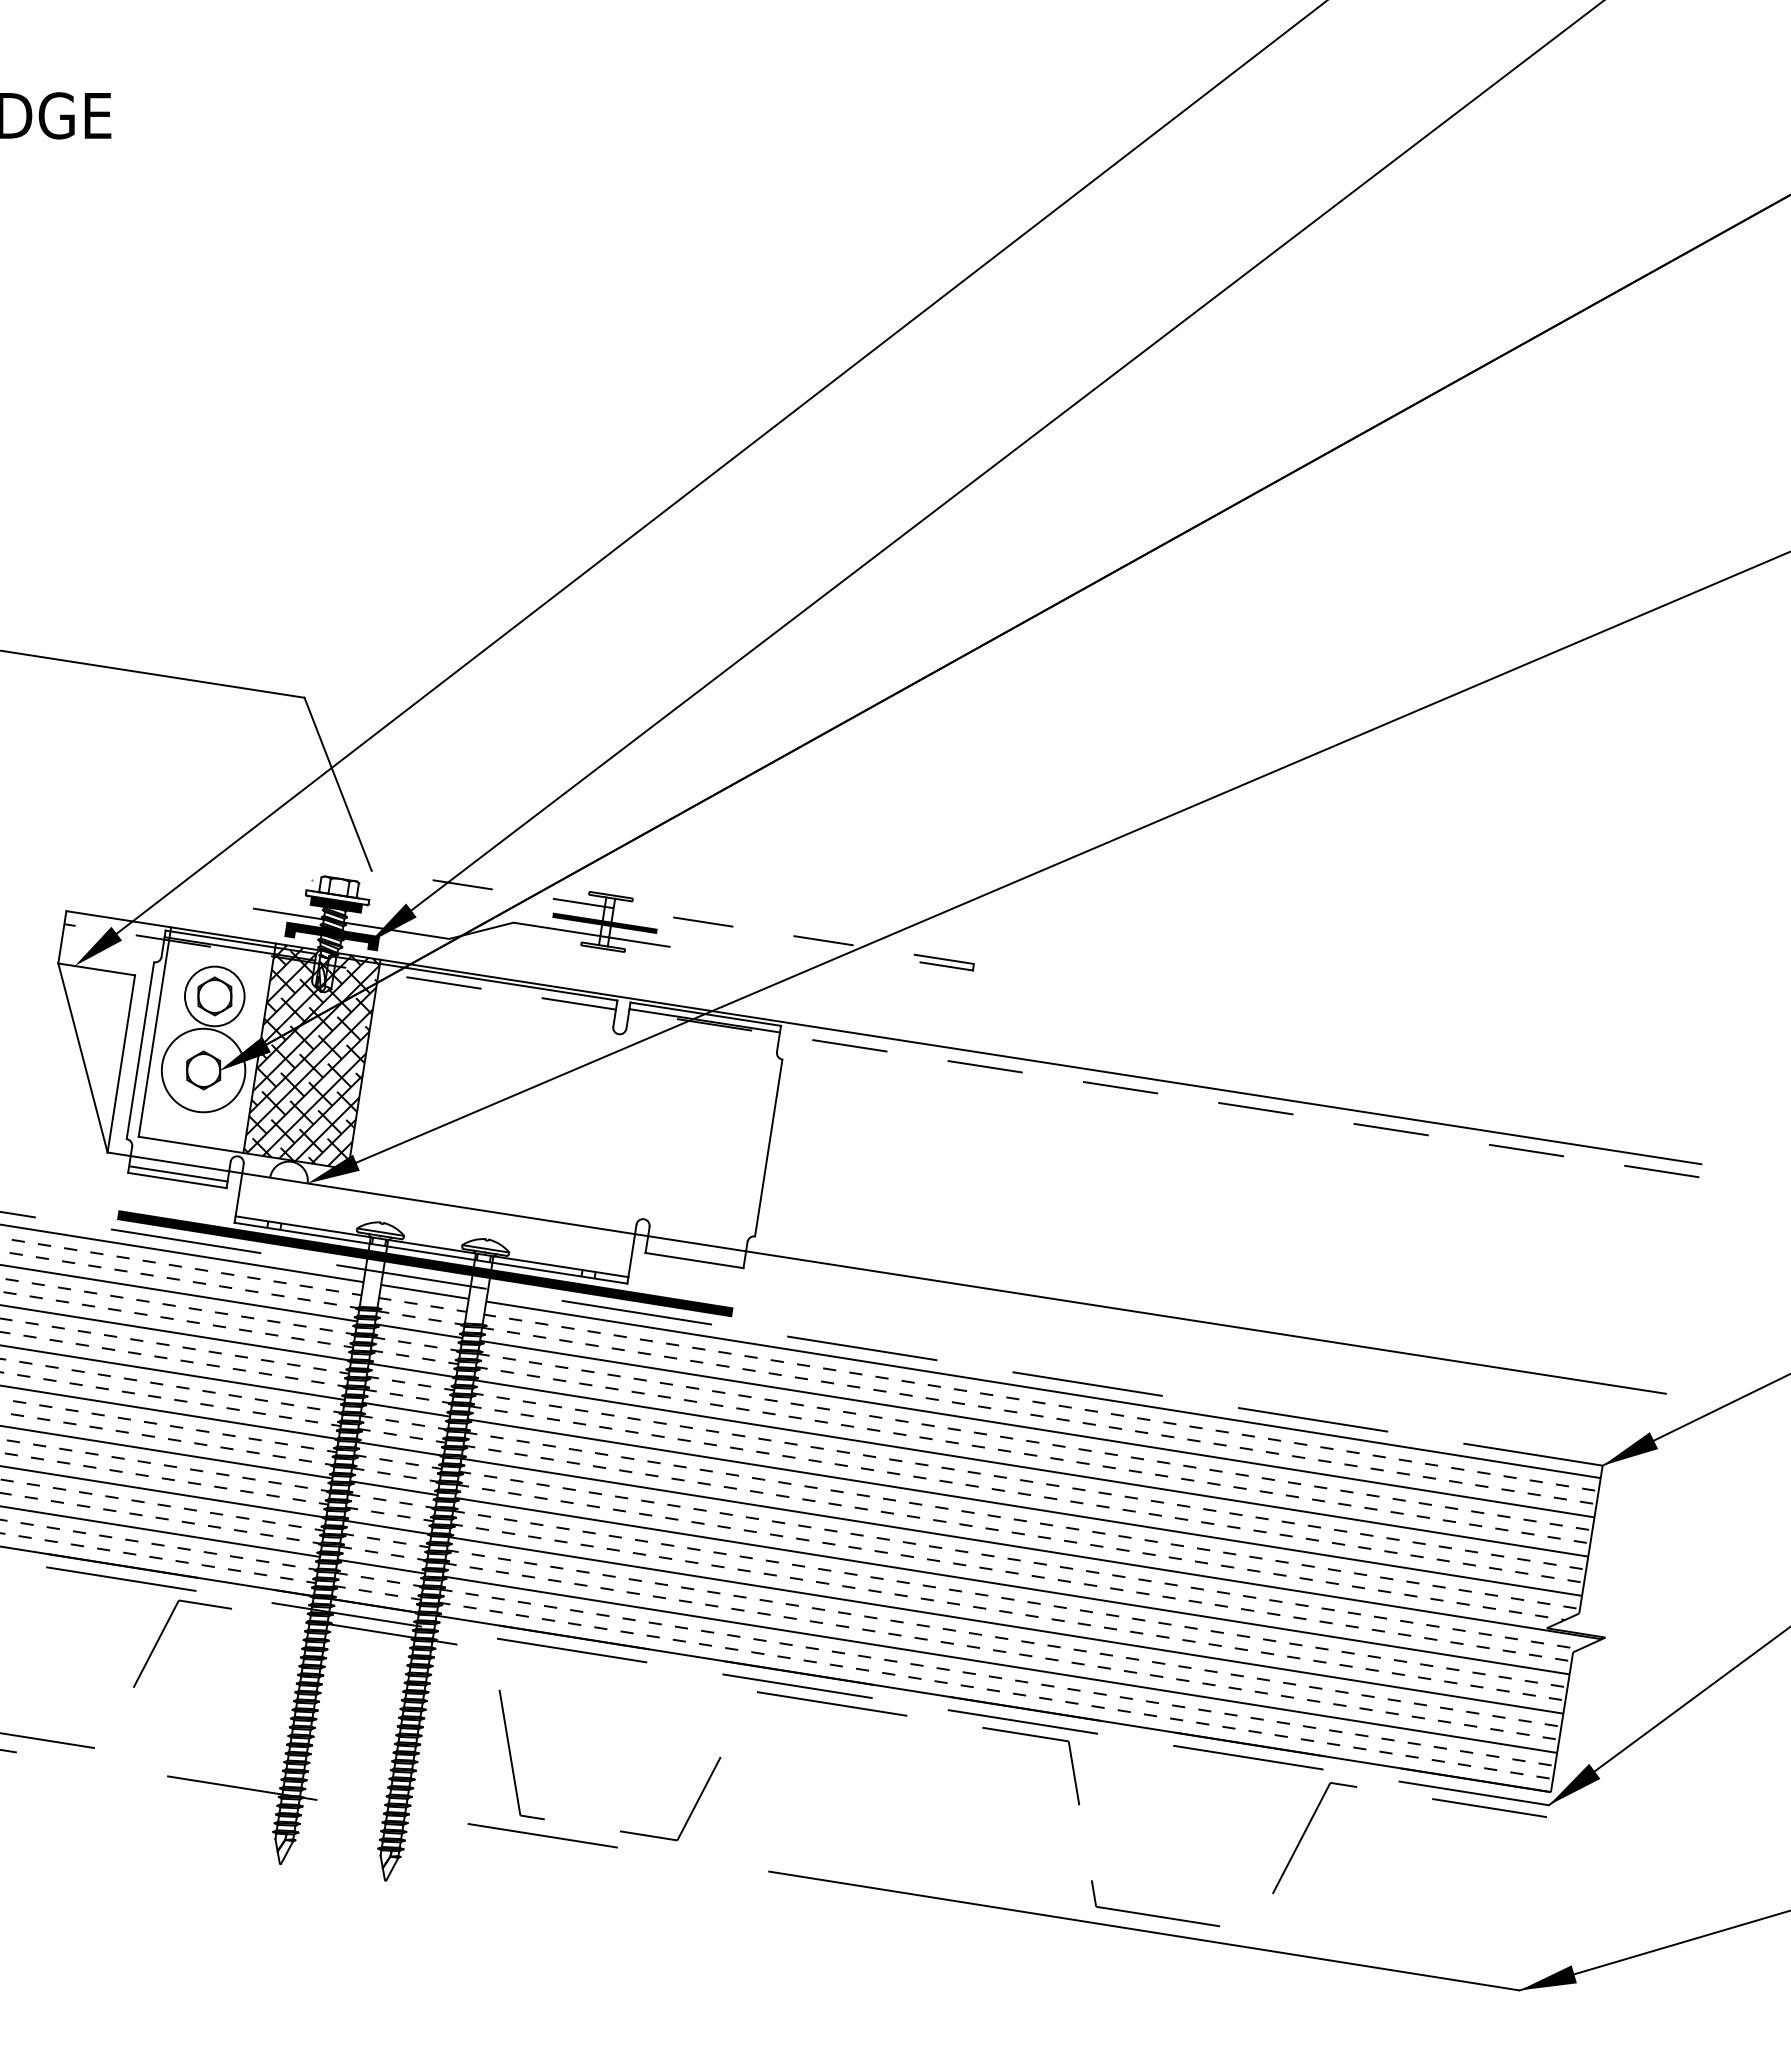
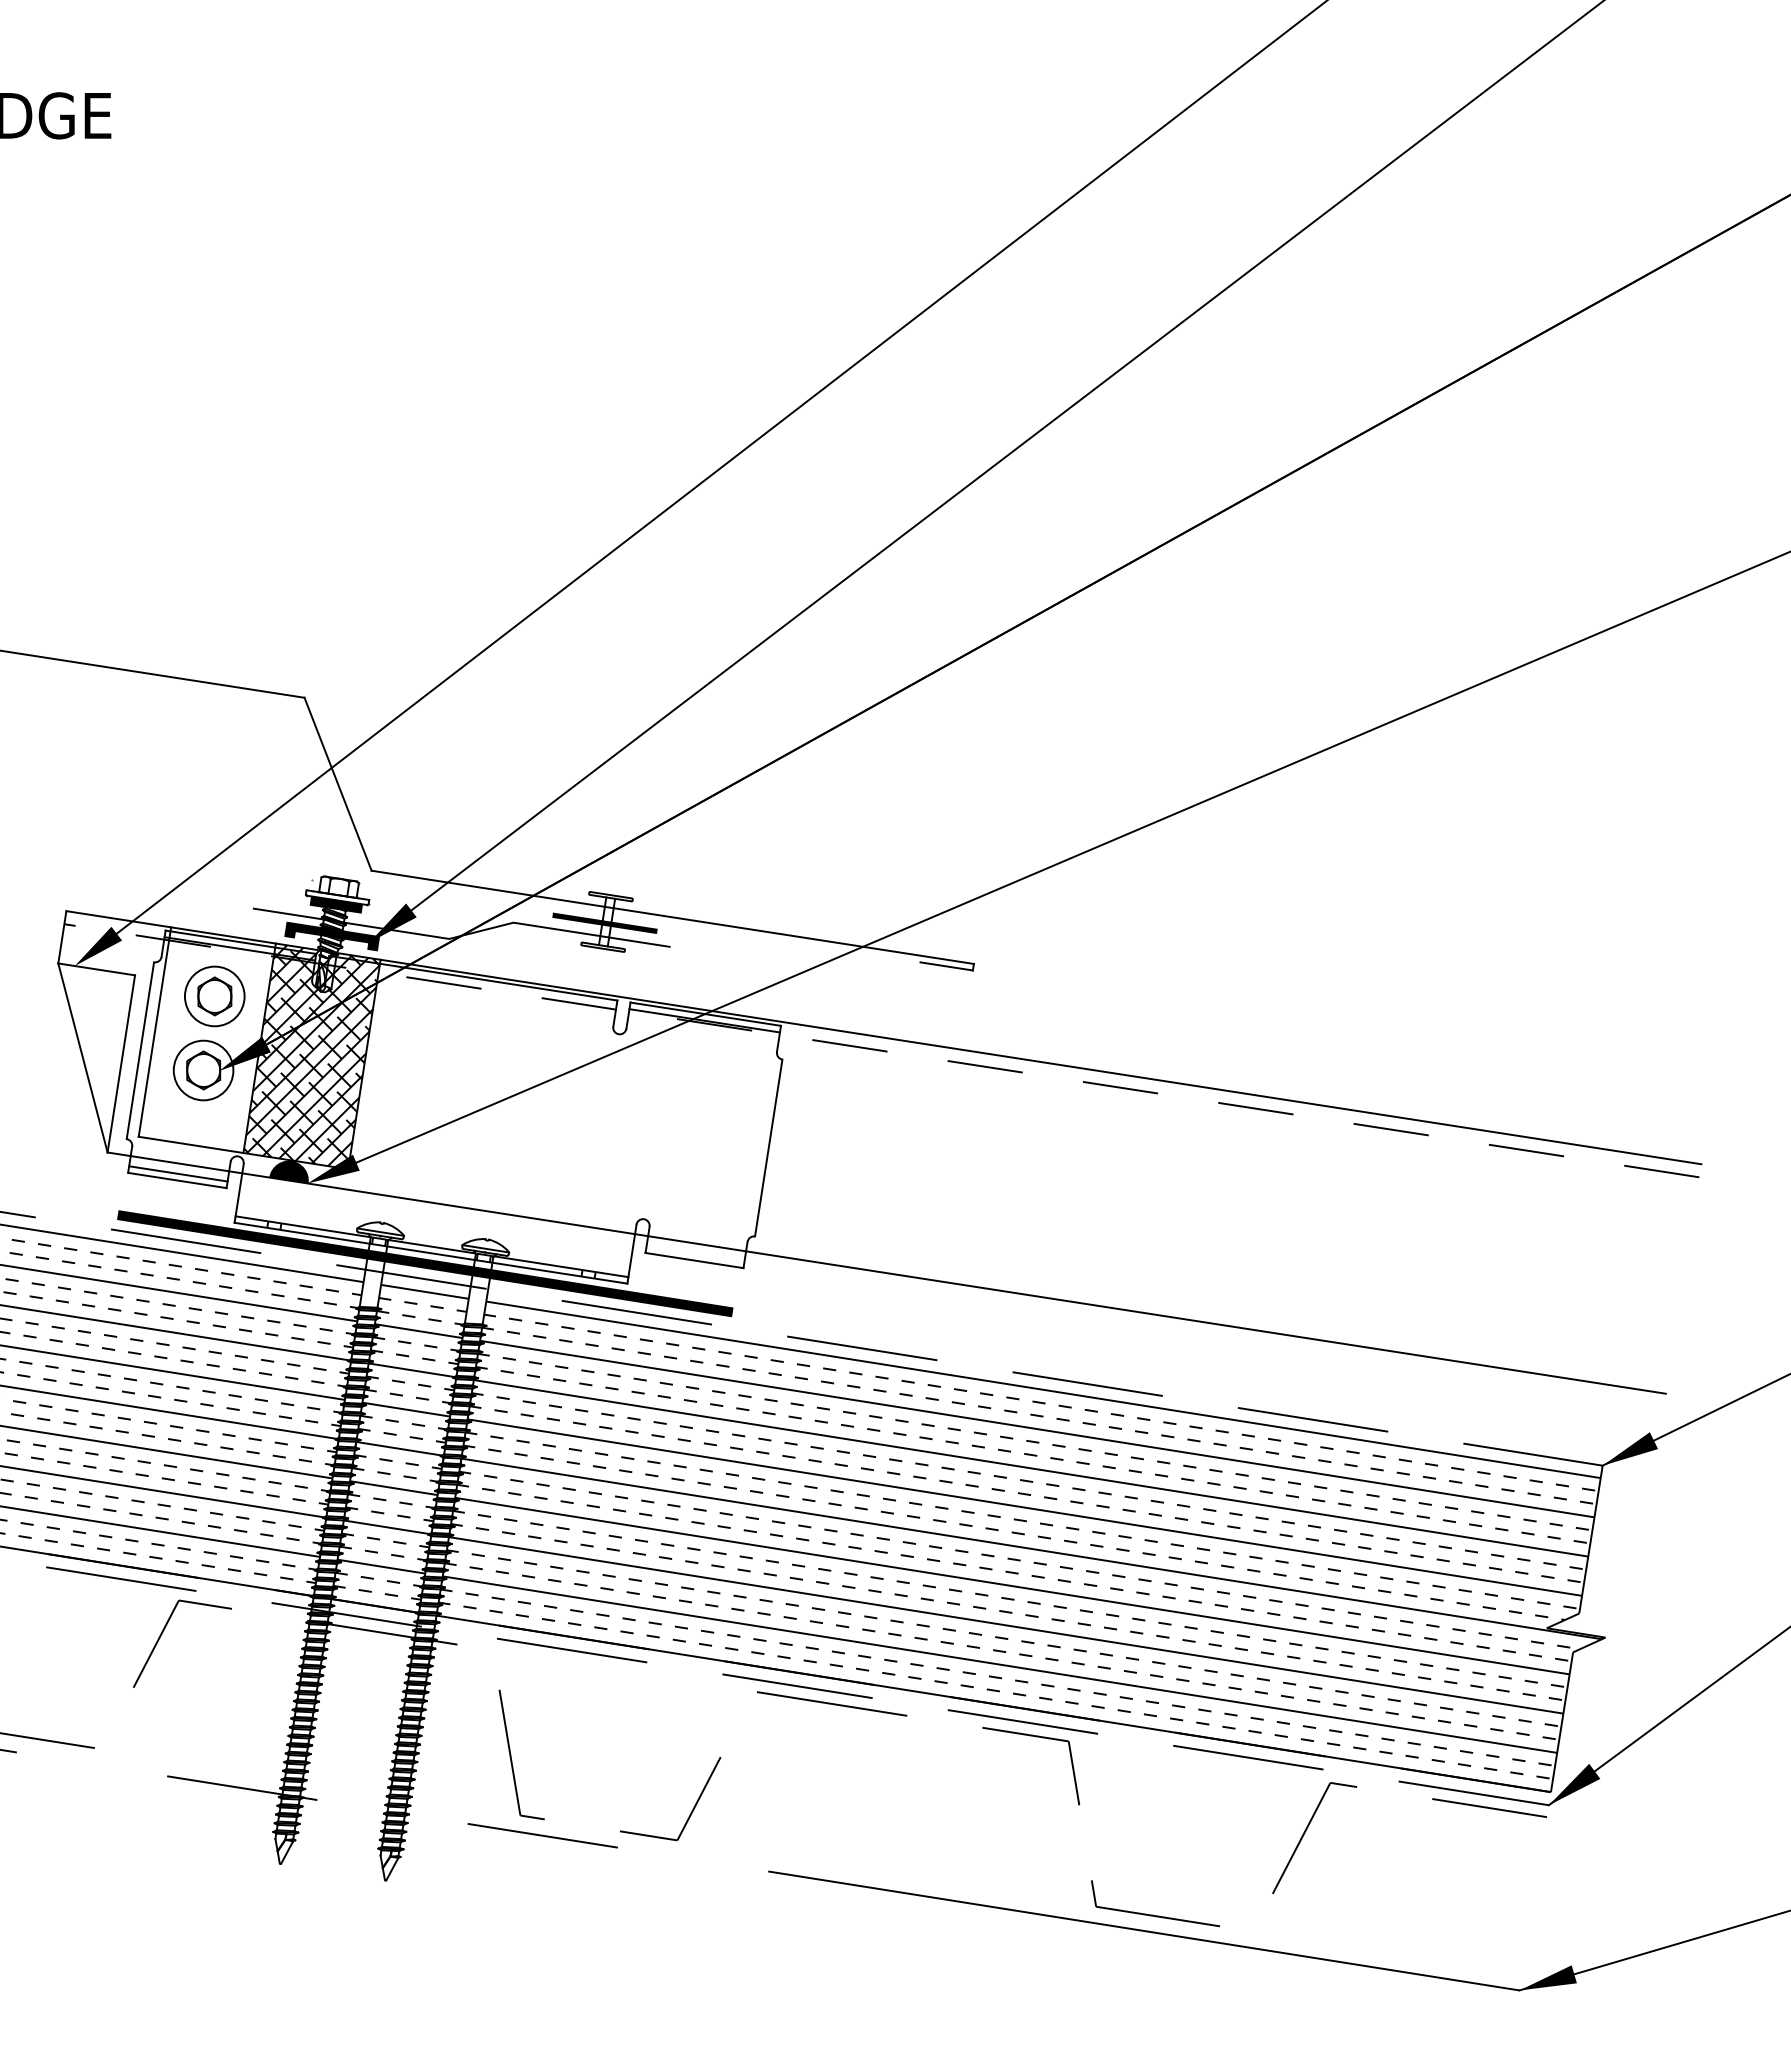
line at (672, 917): dashed -> solid
circle at (203, 1070) diameter: 83 px -> 60 px
fill at (288, 1172): none -> present
